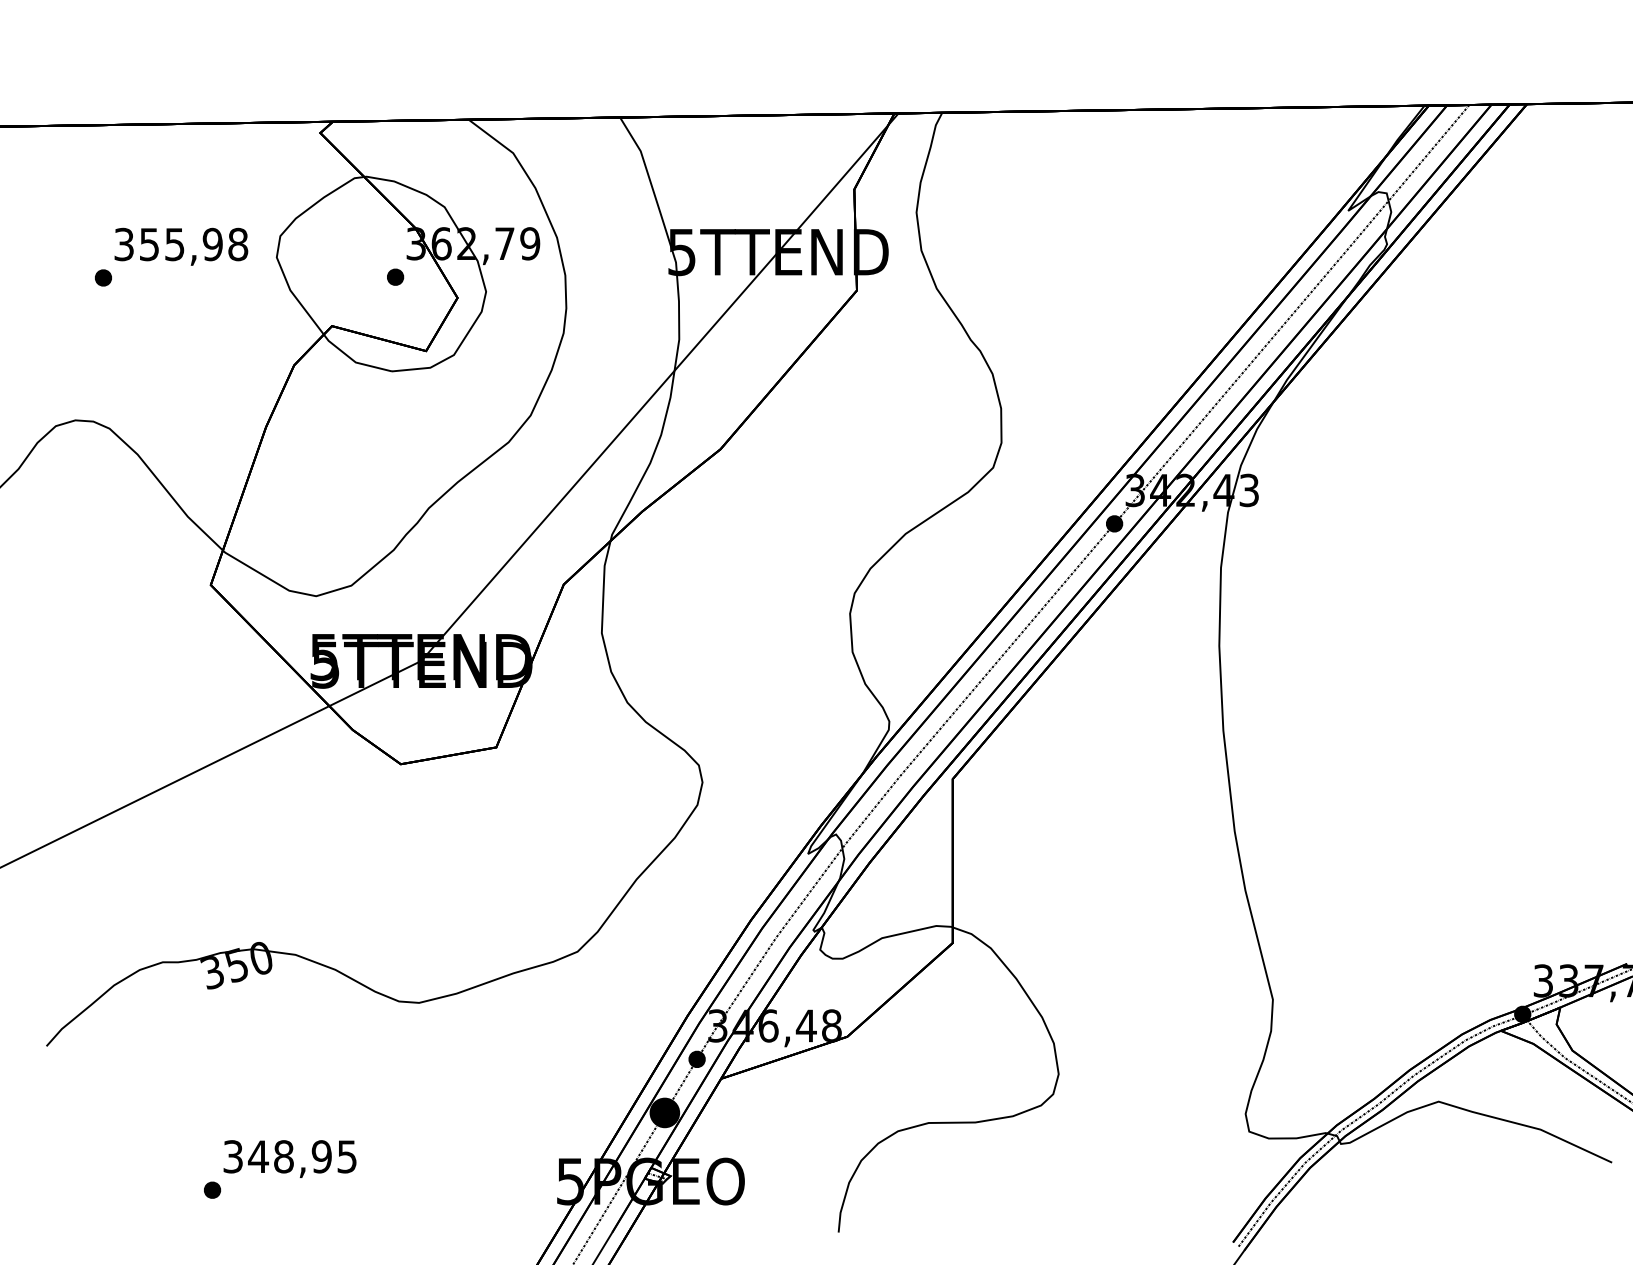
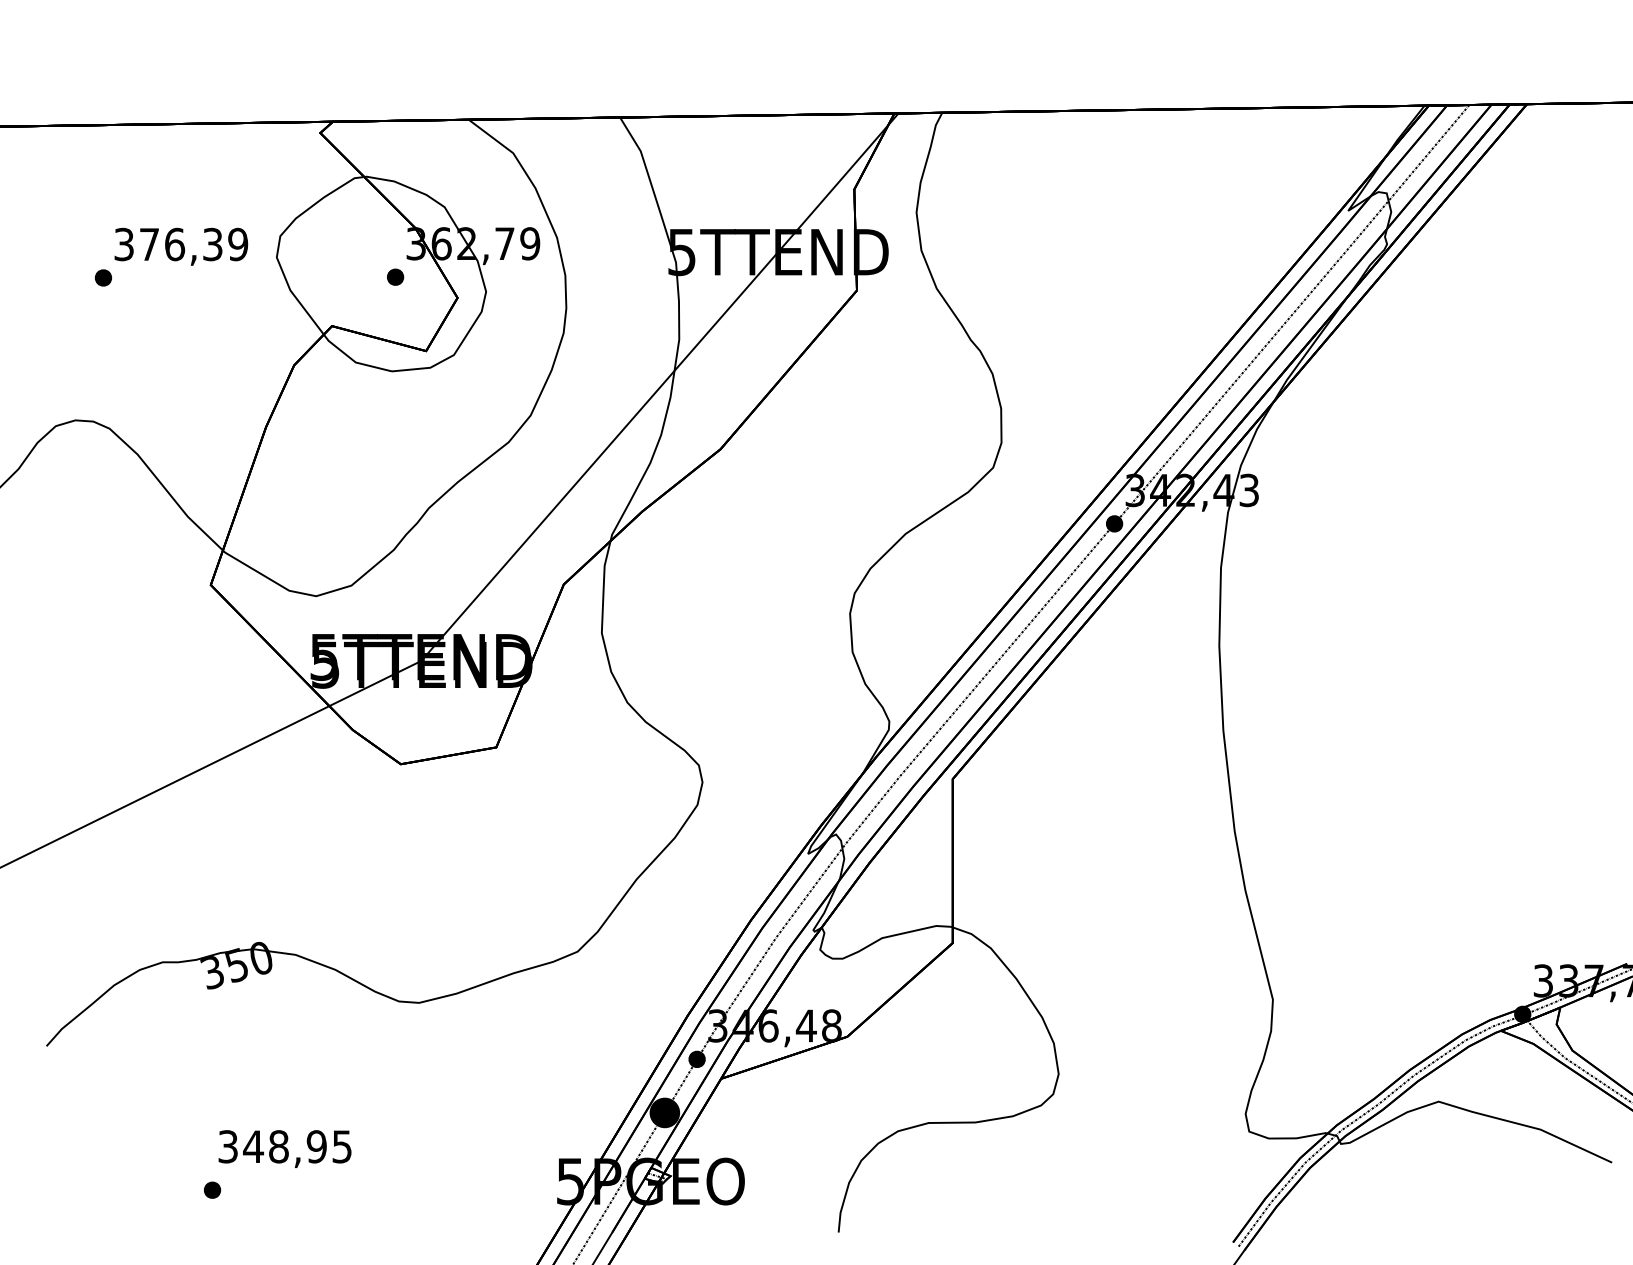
text at (194, 244): 355,98 -> 376,39
text at (289, 1158) position: (289, 1158) -> (284, 1148)
